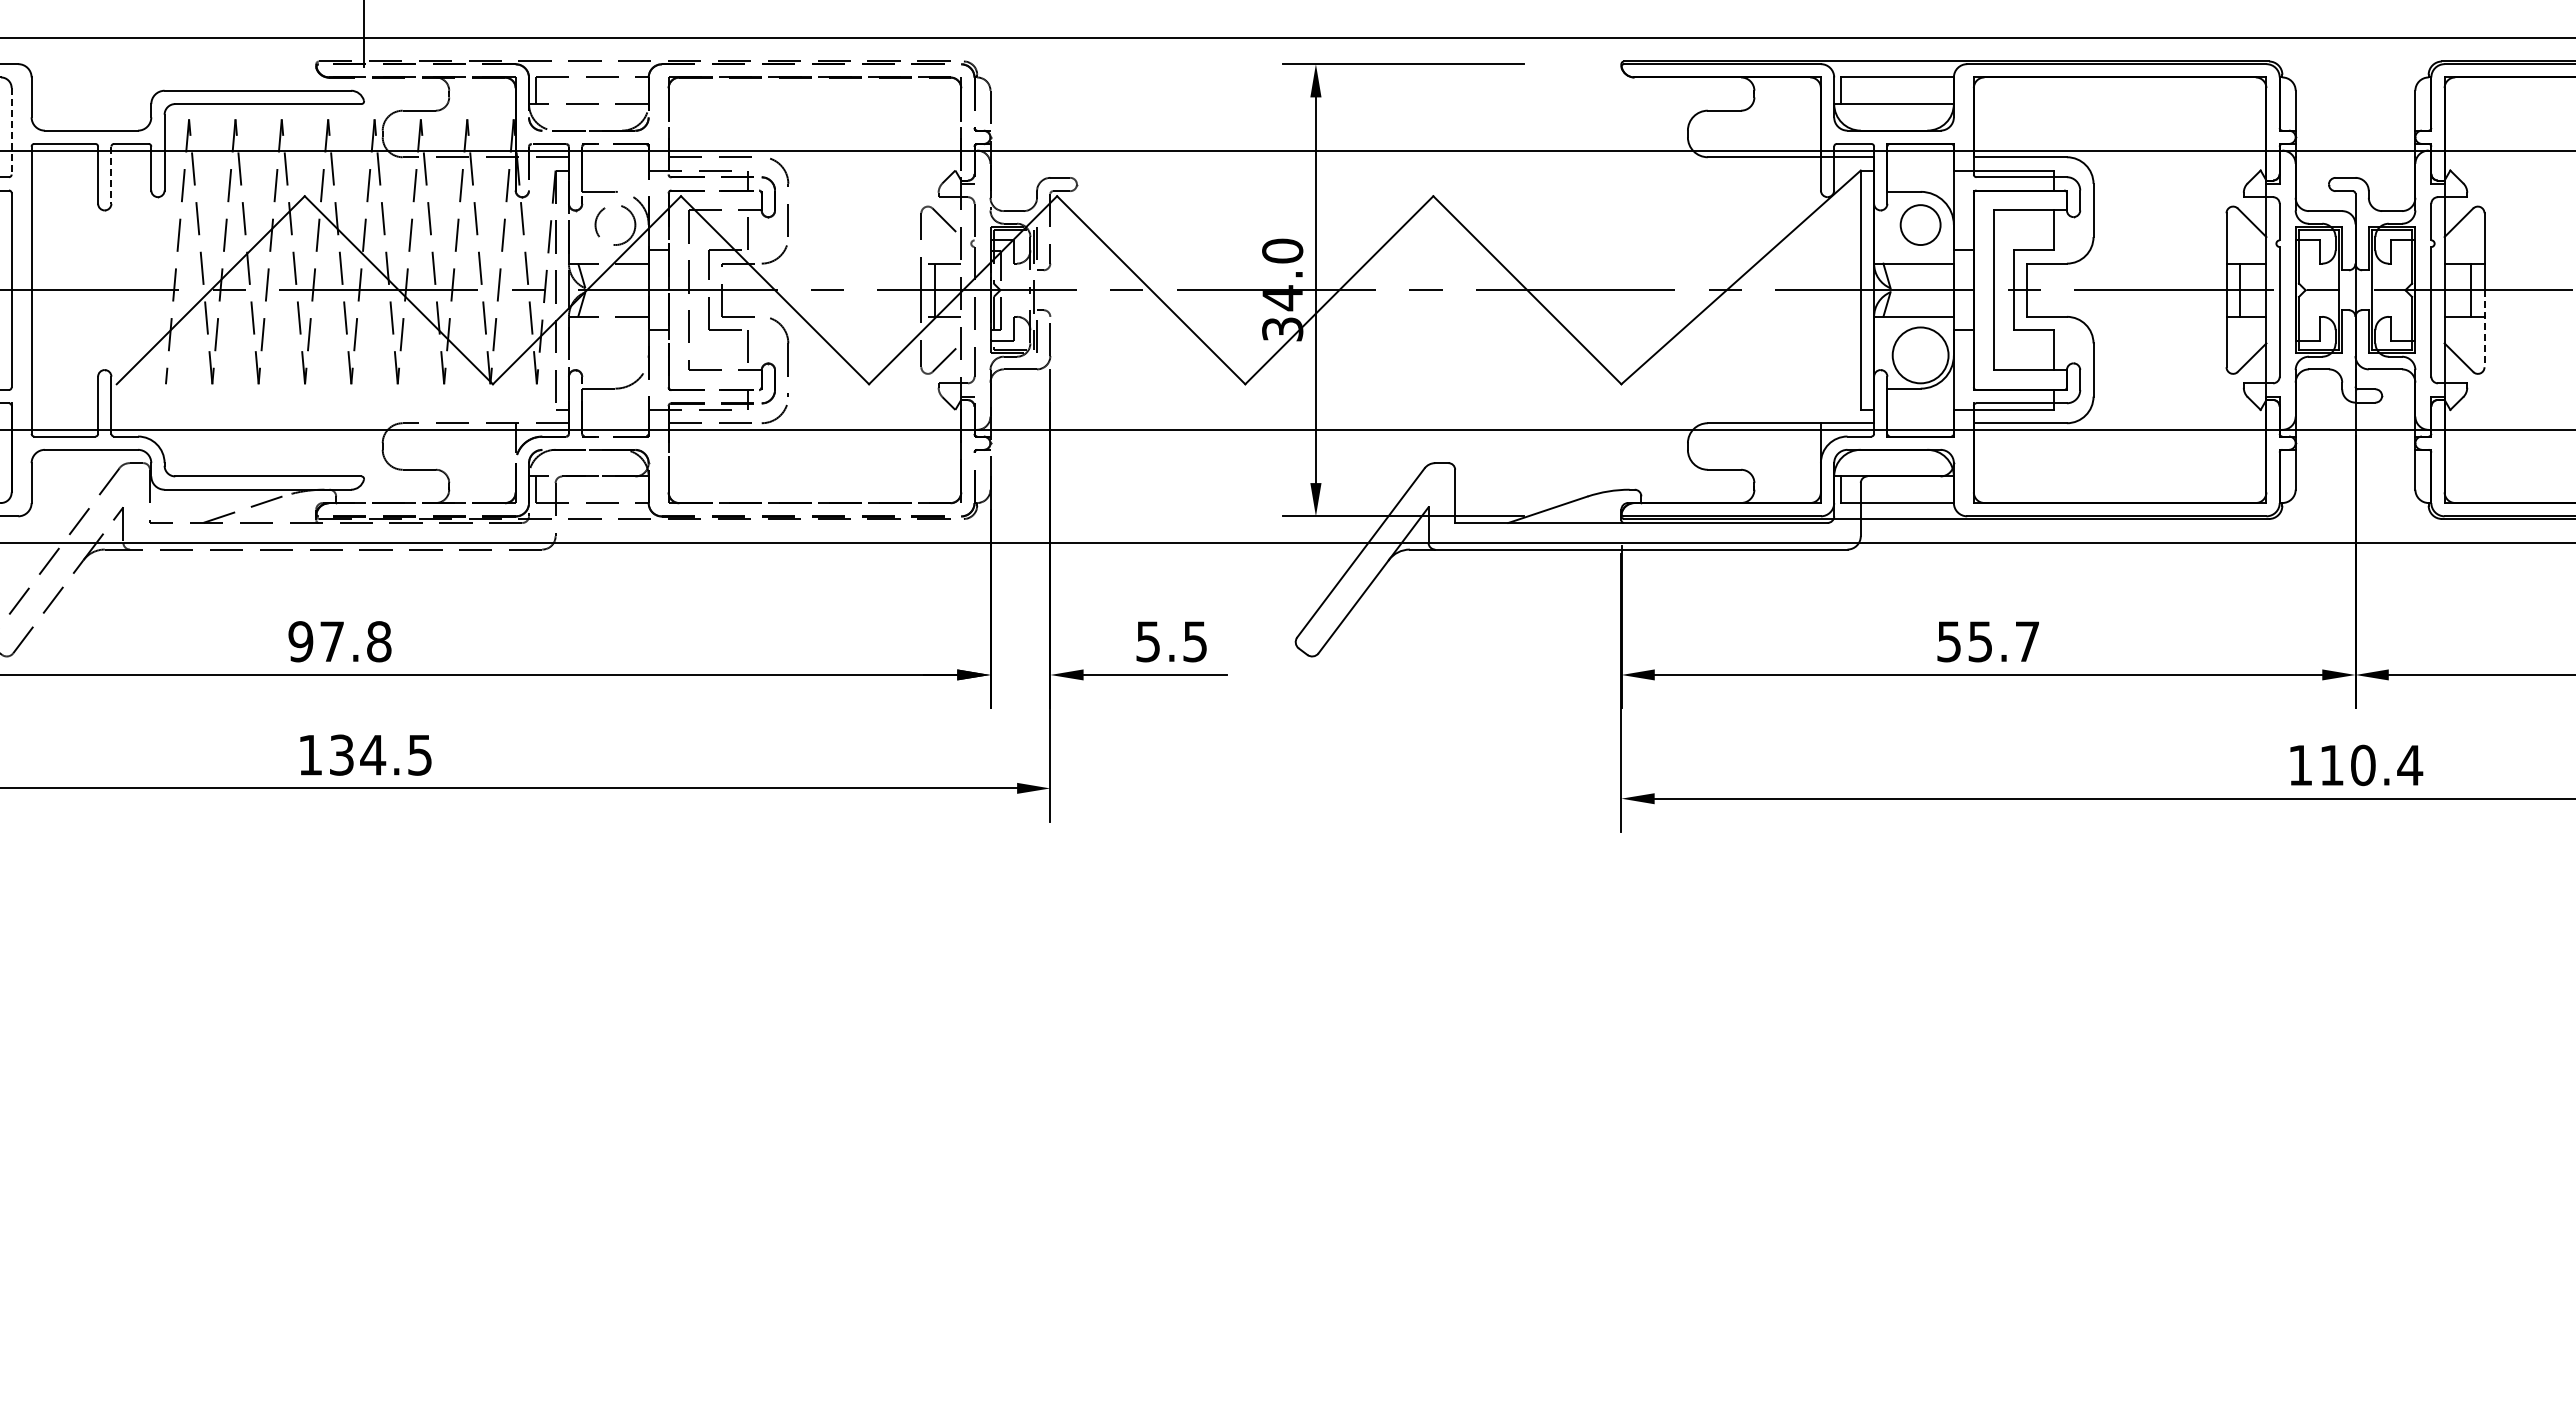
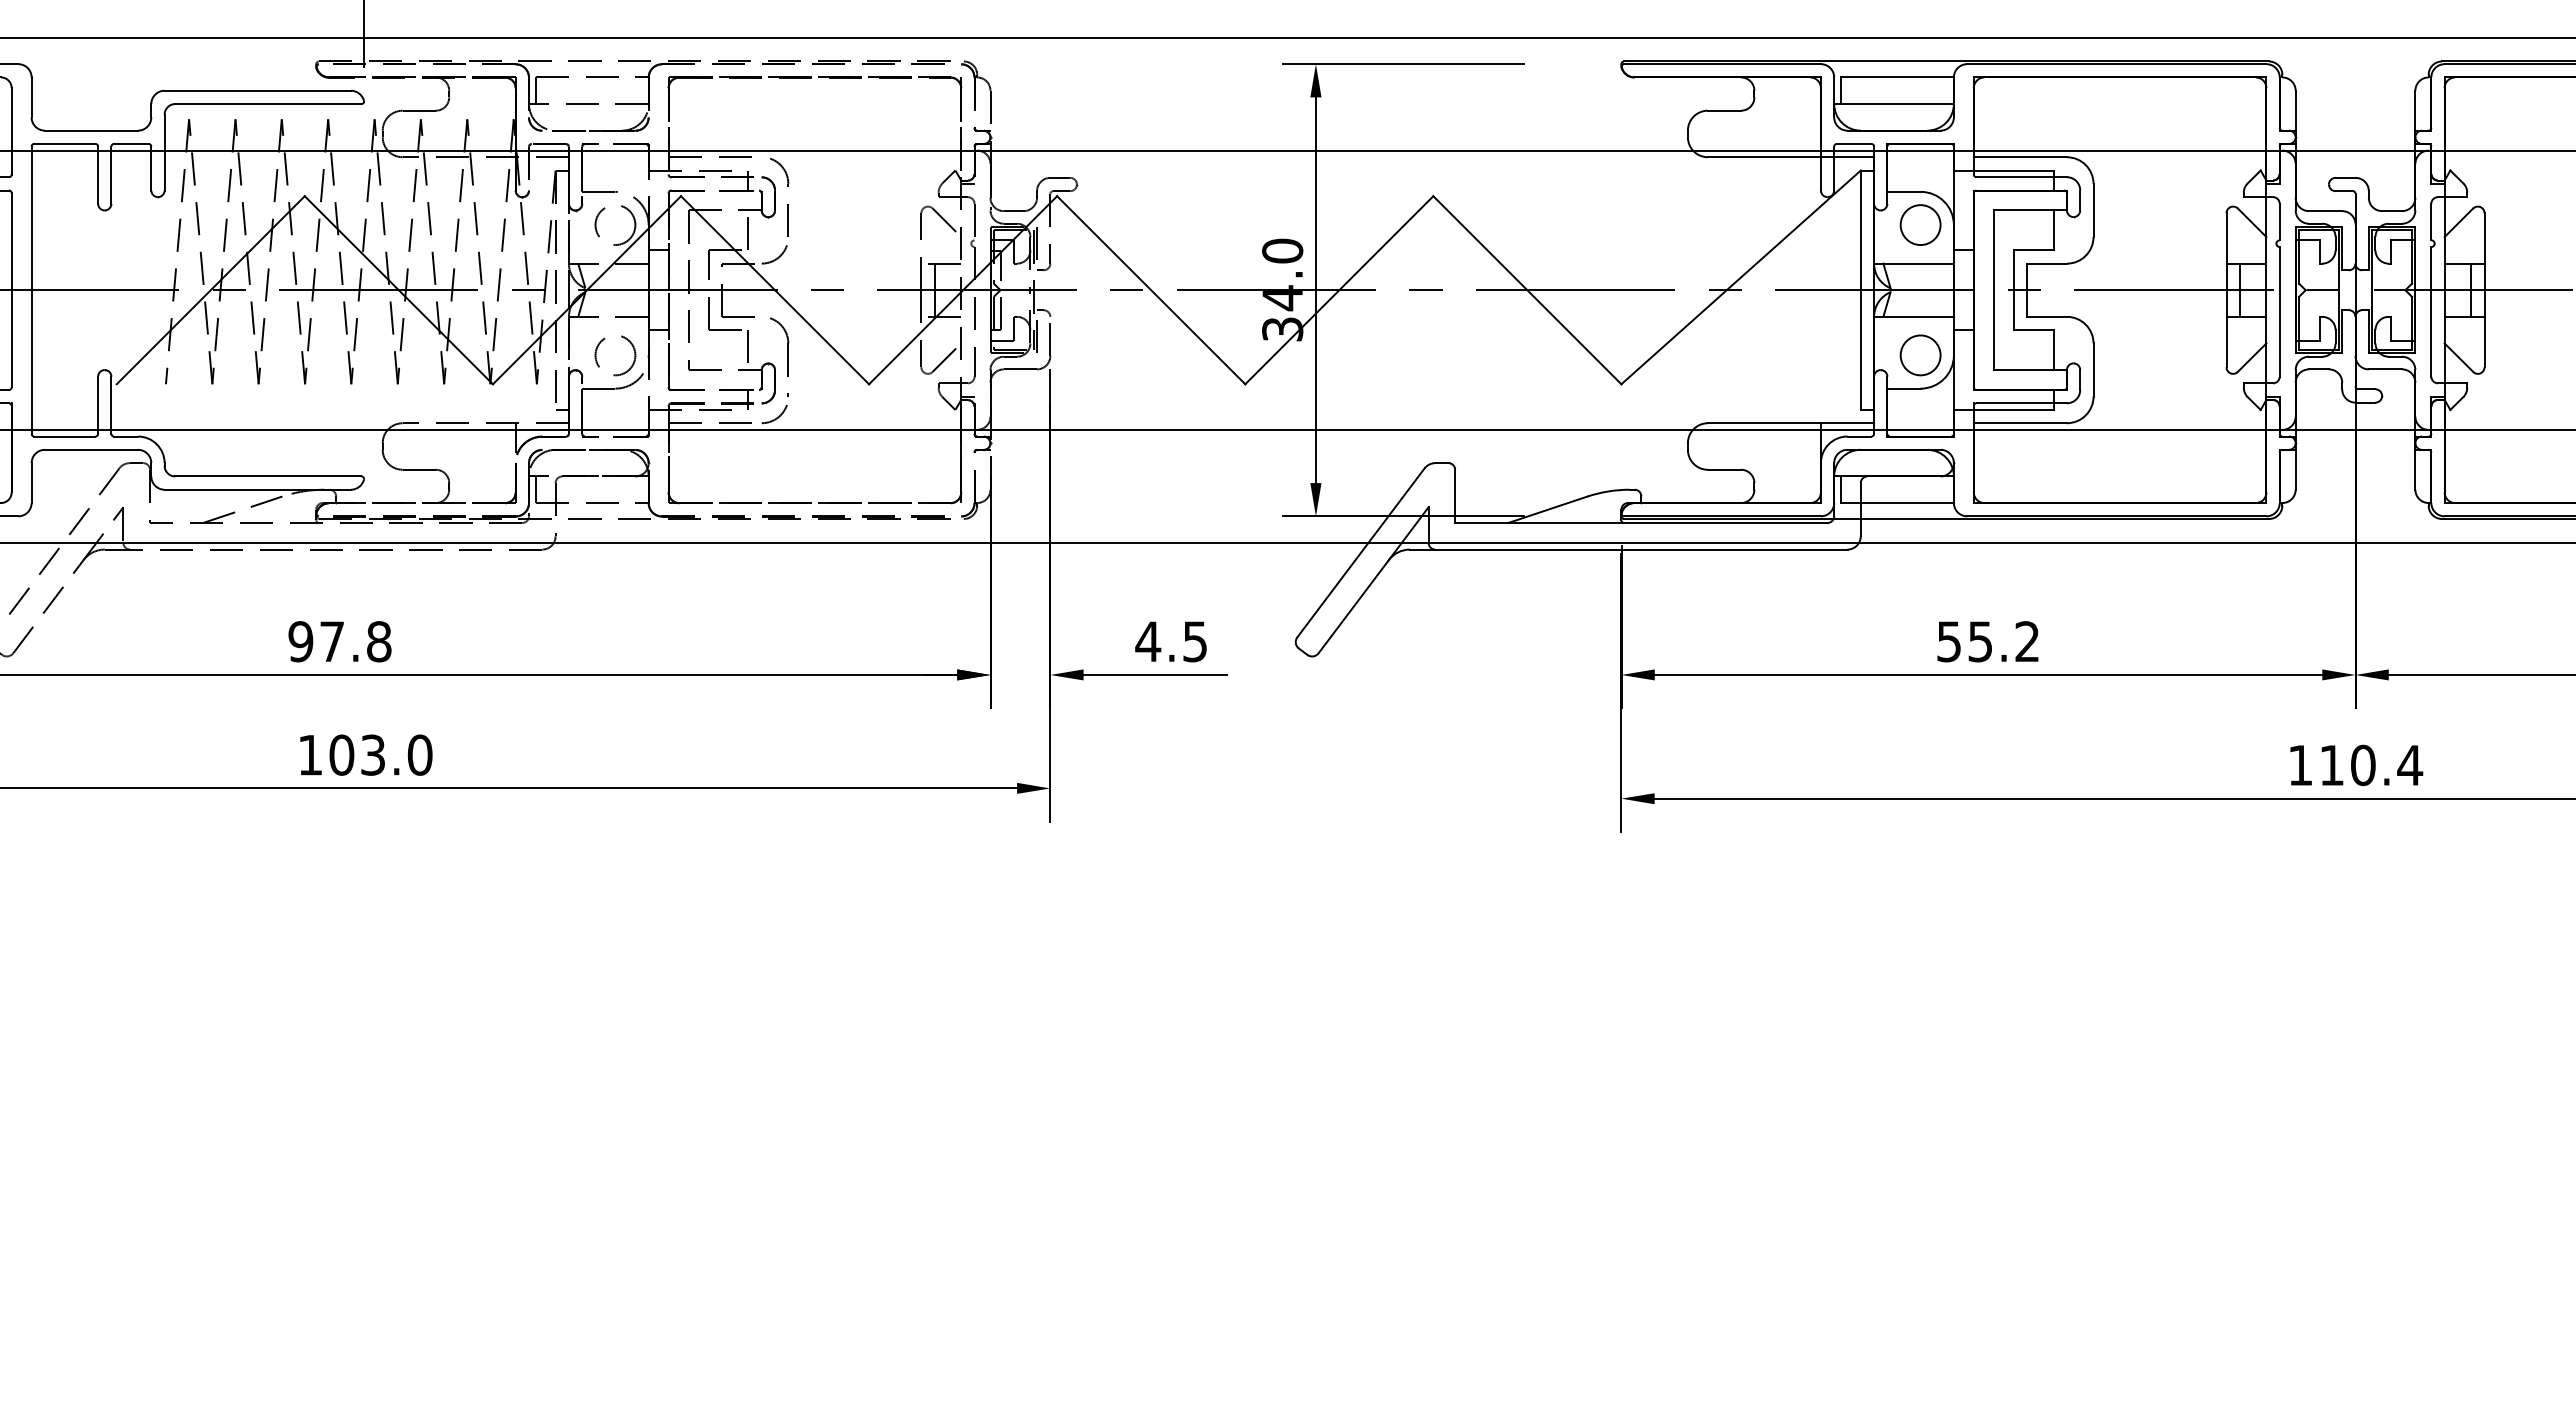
line at (11, 131): dashed -> solid
line at (111, 175): dashed -> solid
line at (2484, 328): dashed -> solid
circle at (615, 355): none -> present
circle at (1920, 355) diameter: 56 px -> 40 px
text at (1148, 641): 5.5 -> 4.5
text at (2026, 641): 55.7 -> 55.2
text at (380, 754): 134.5 -> 103.0
